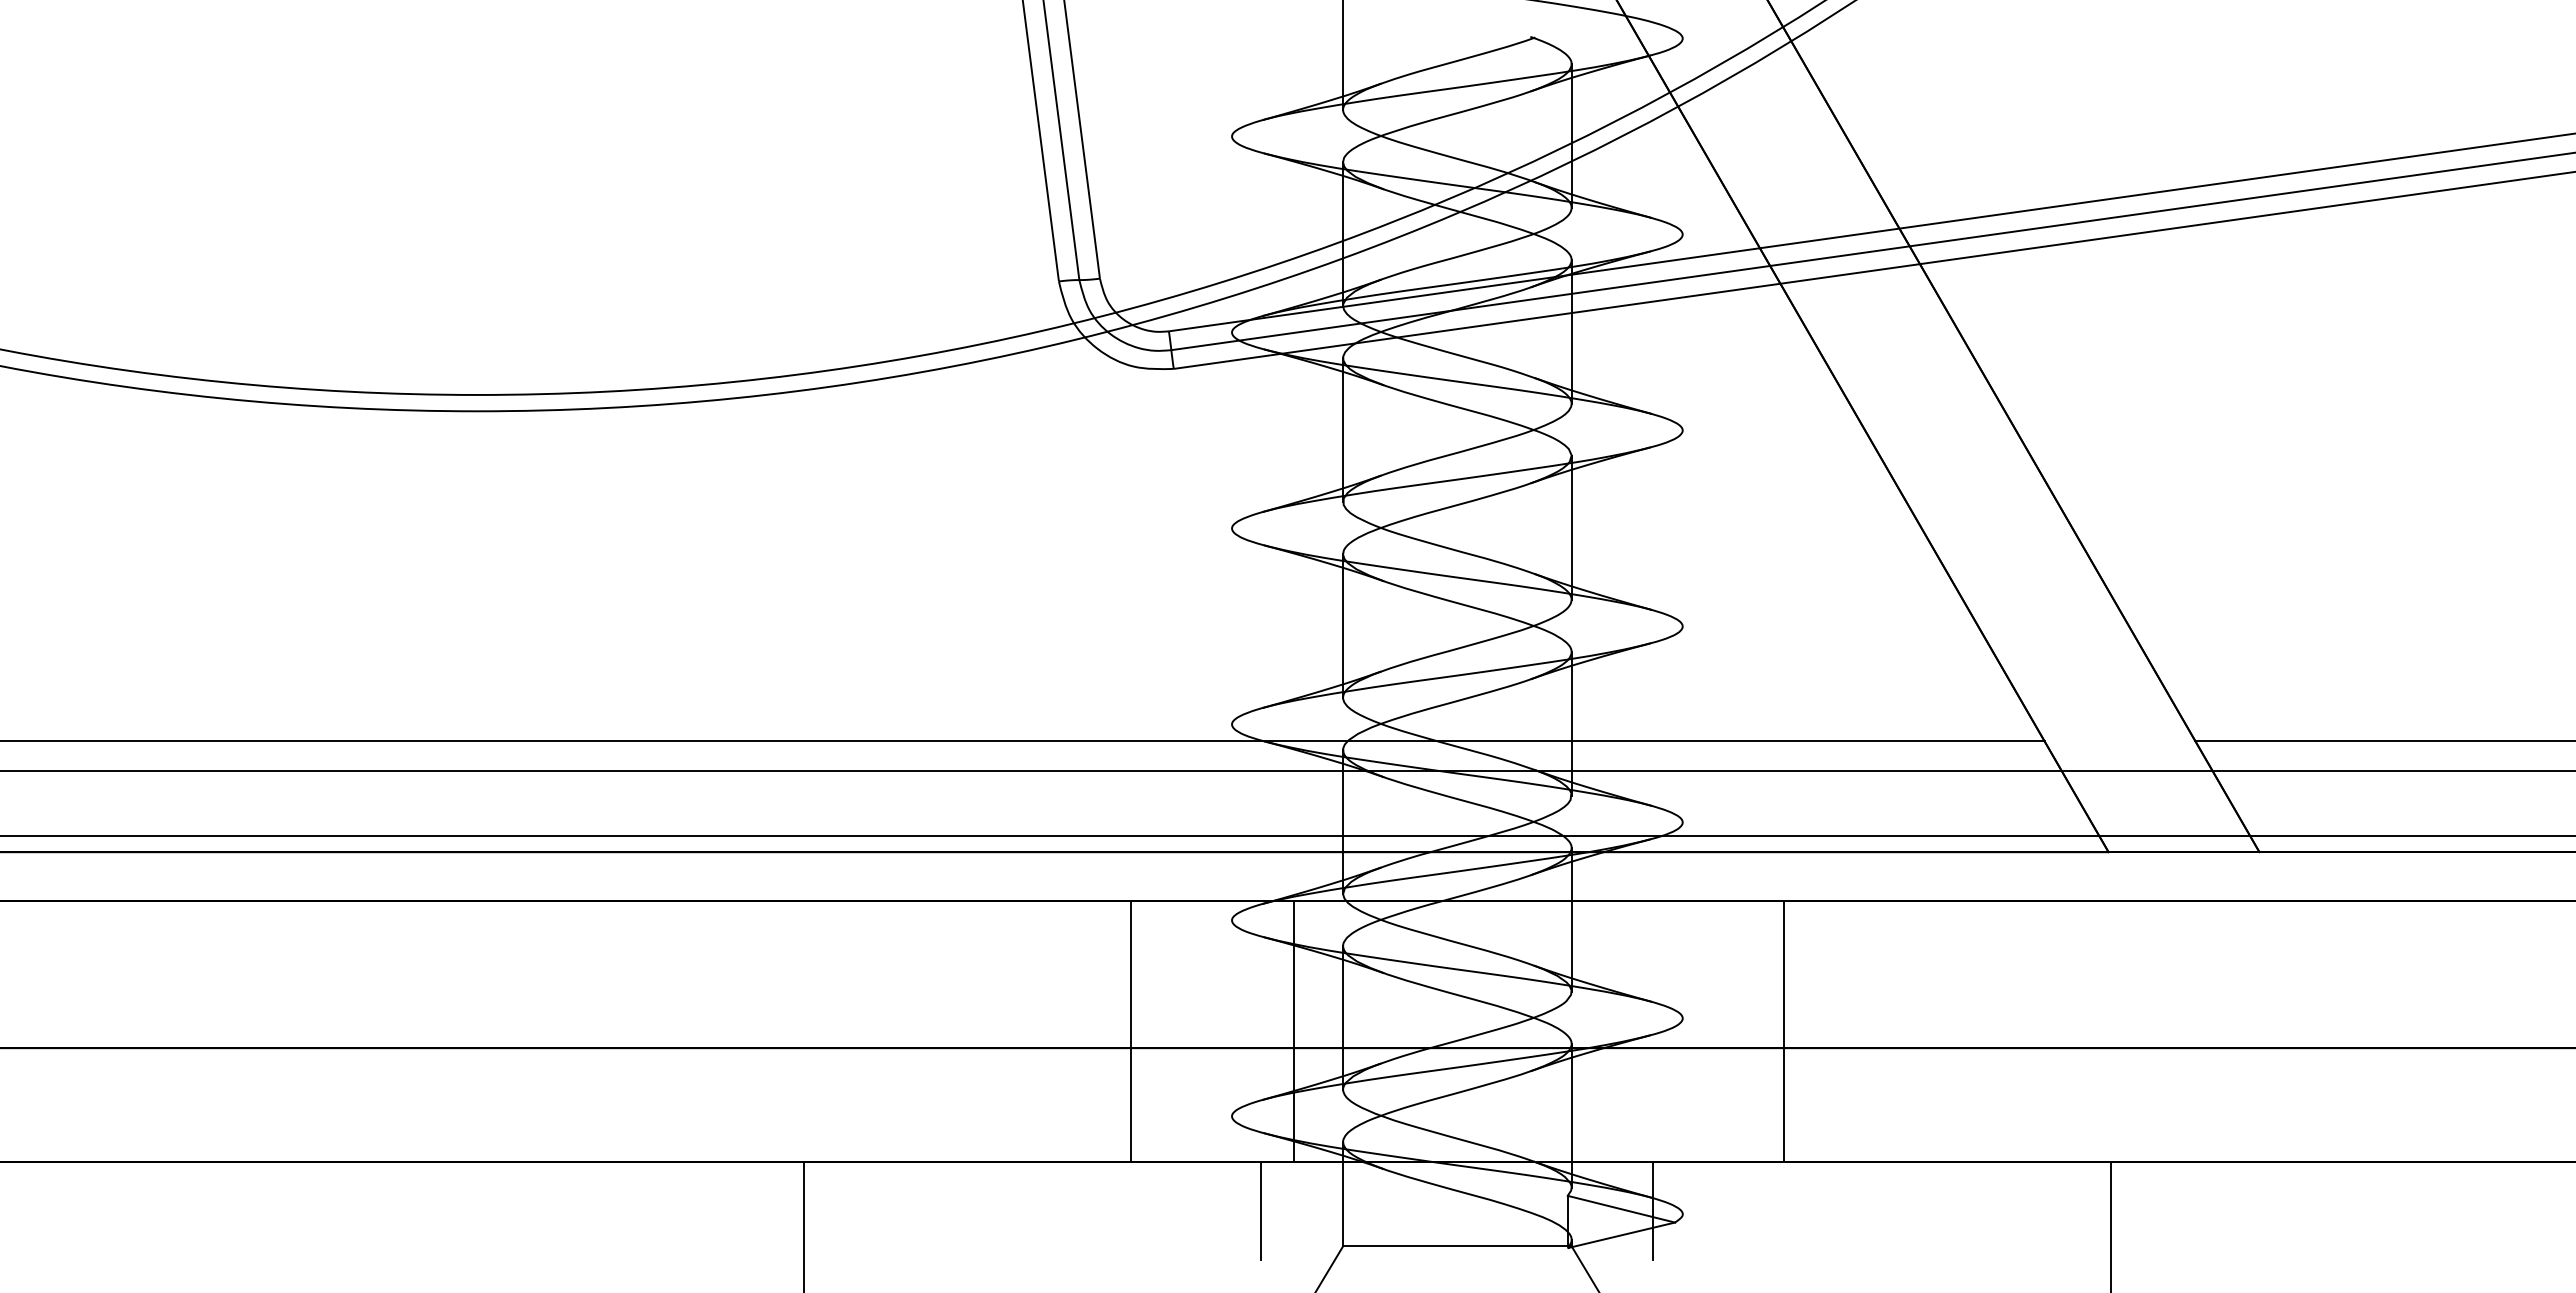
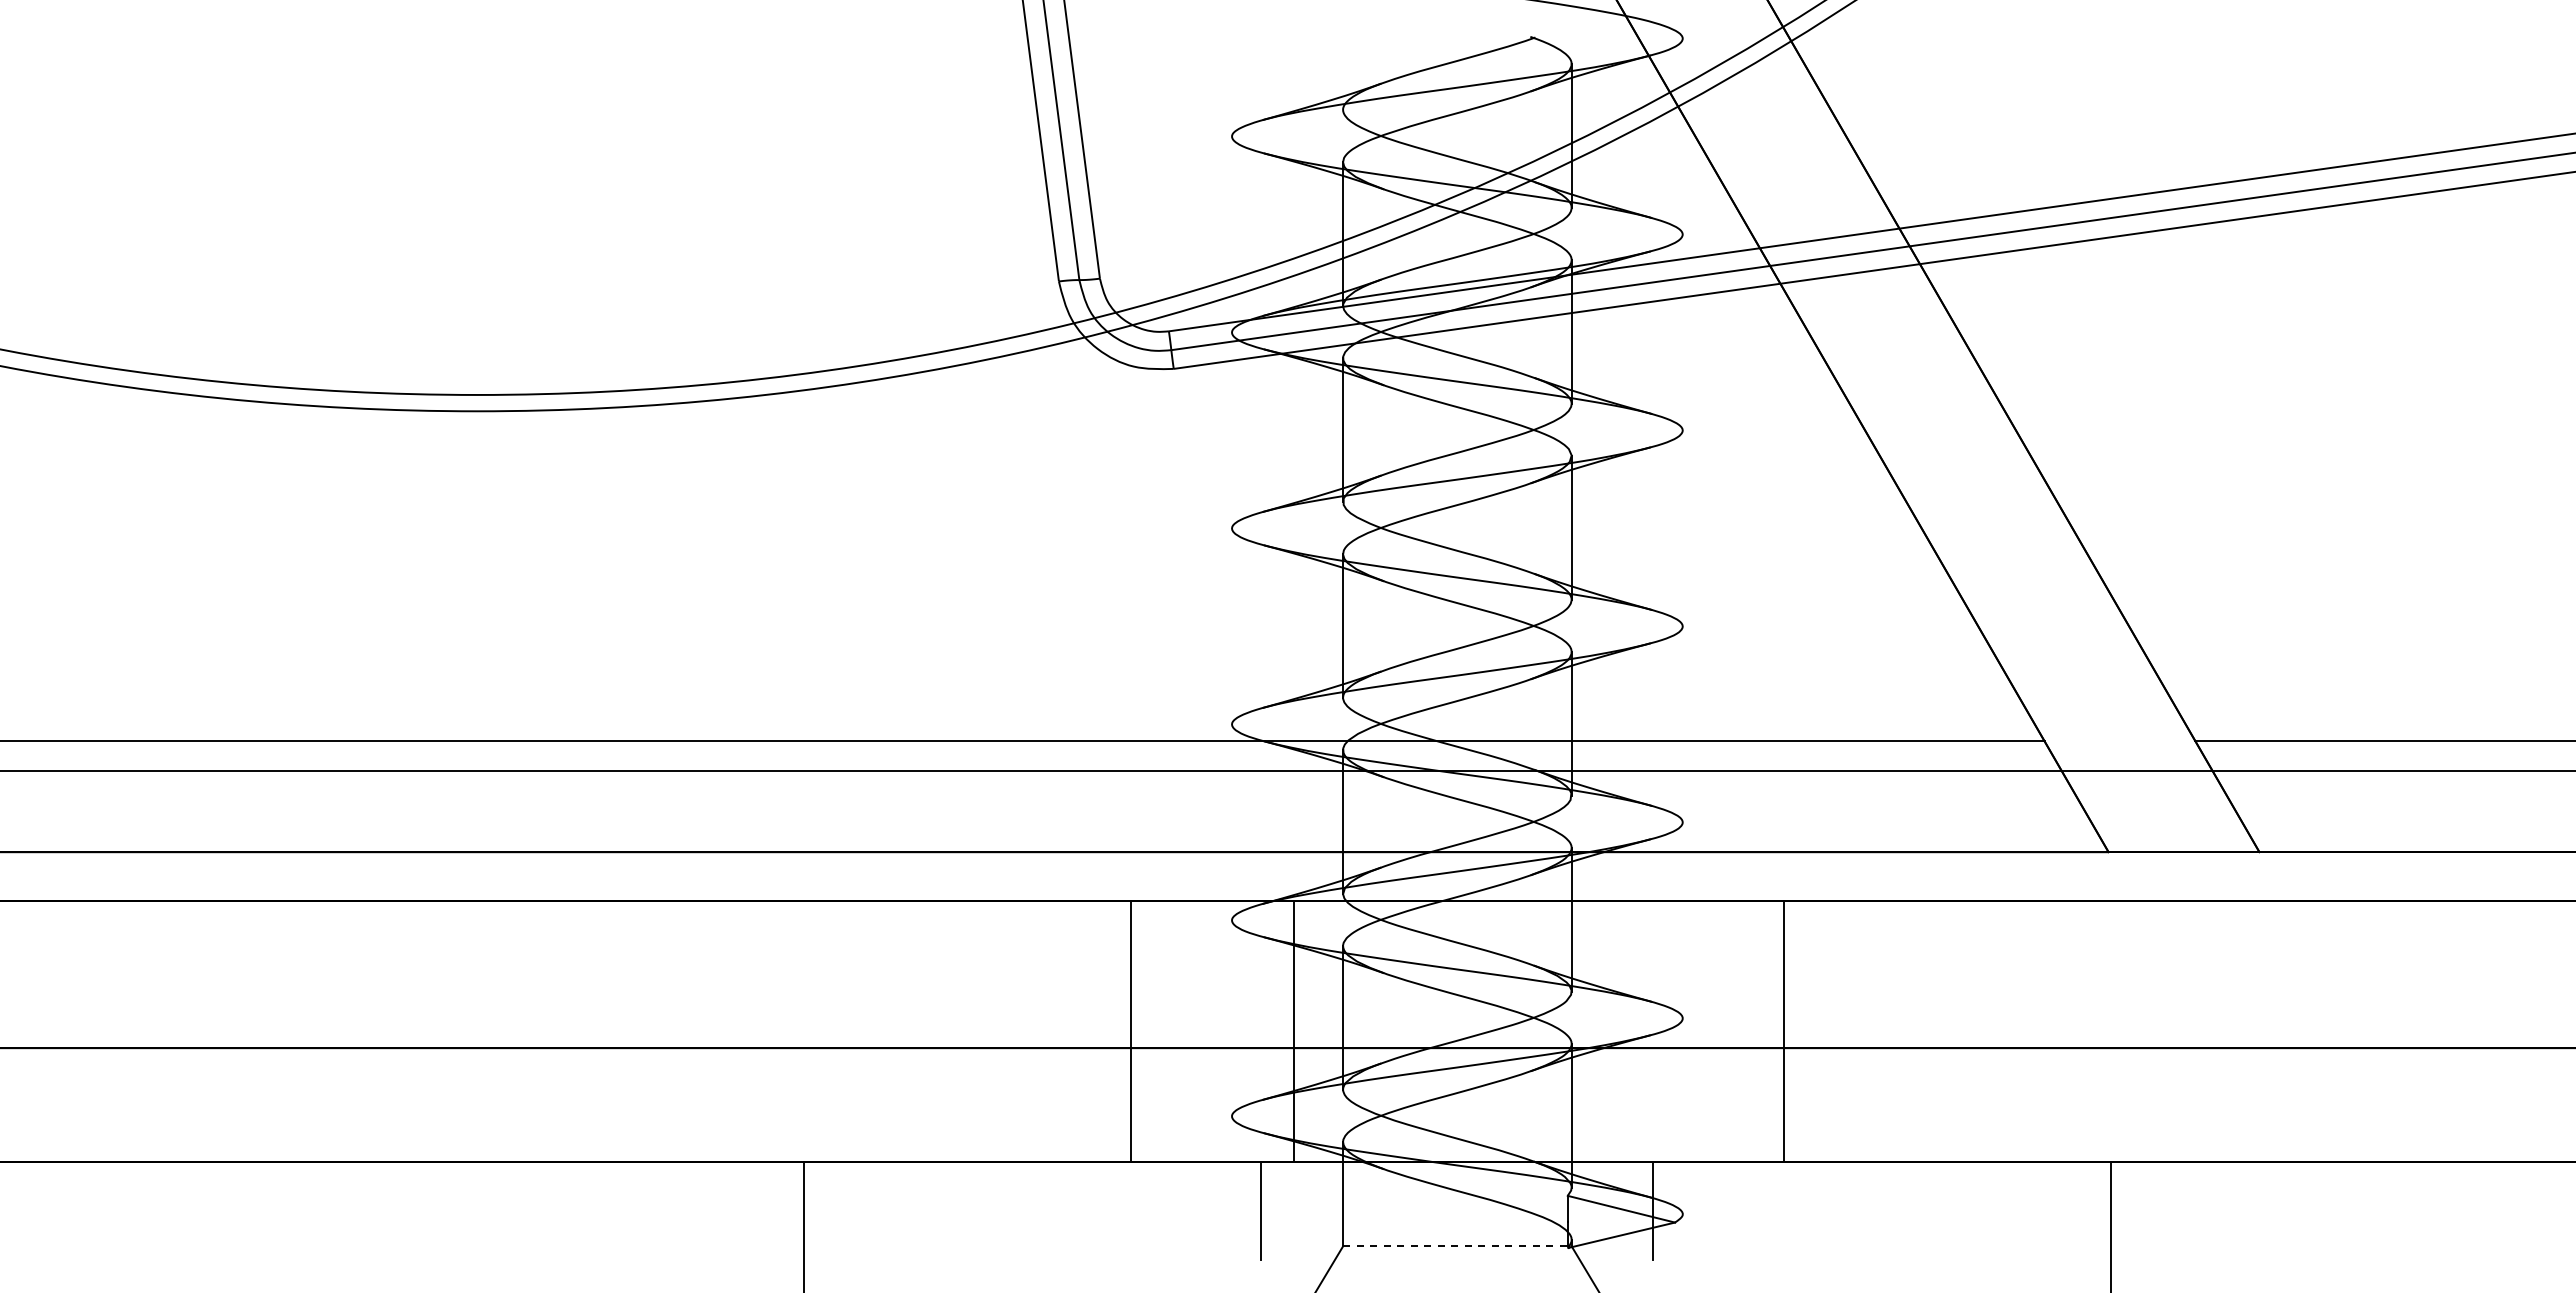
line at (1343, 55): present -> none
line at (1287, 835): present -> none
line at (1457, 1246): solid -> dashed
